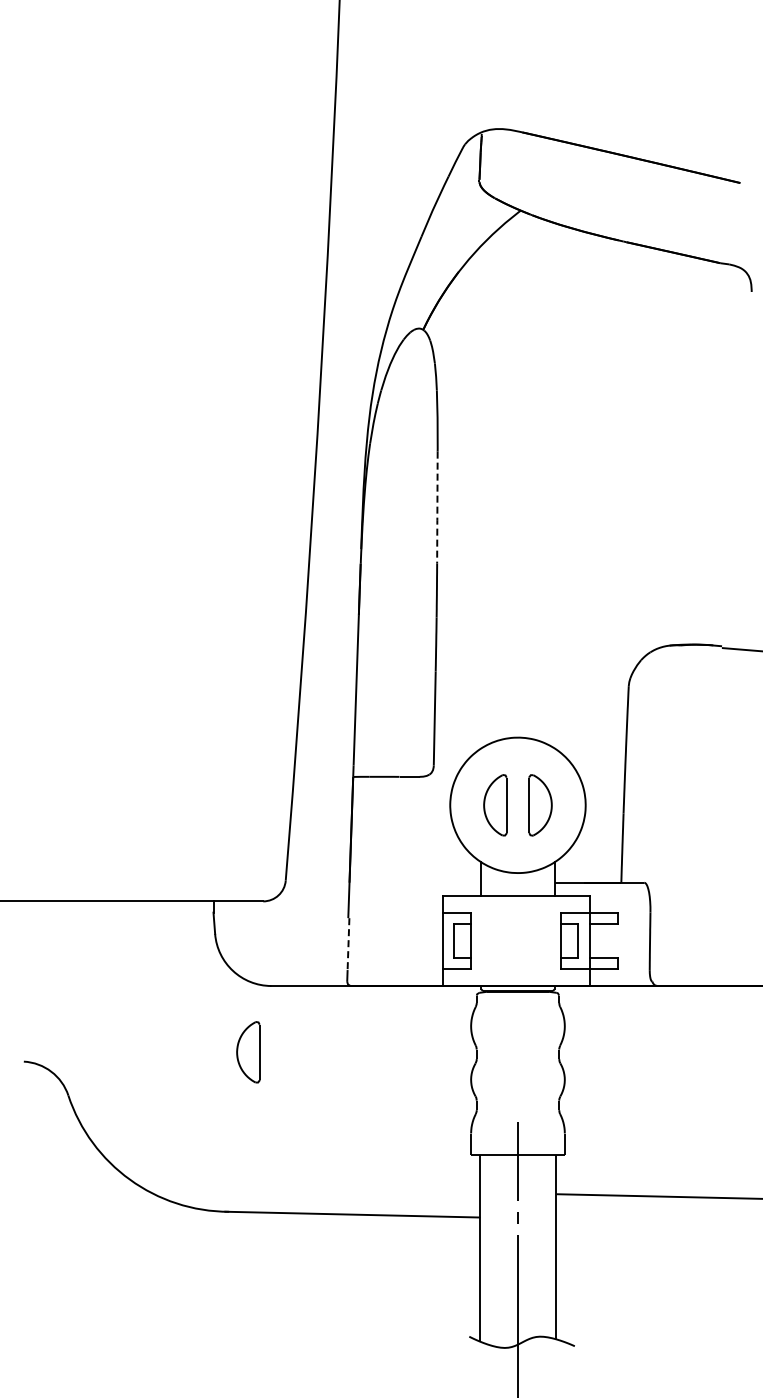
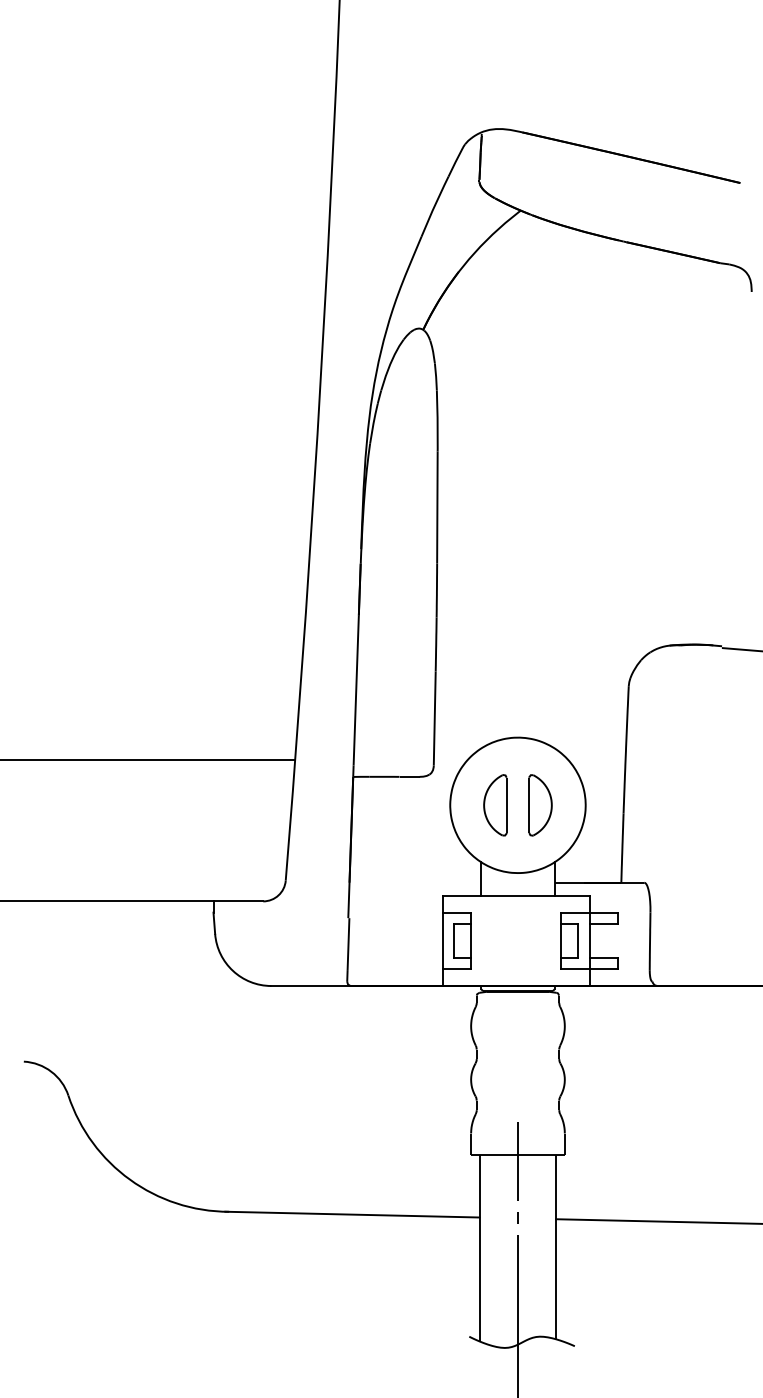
line at (437, 508): dashed -> solid
line at (148, 760): none -> present
line at (348, 944): dashed -> solid
part at (248, 1052): present -> none
line at (658, 1196) position: (658, 1196) -> (657, 1221)
